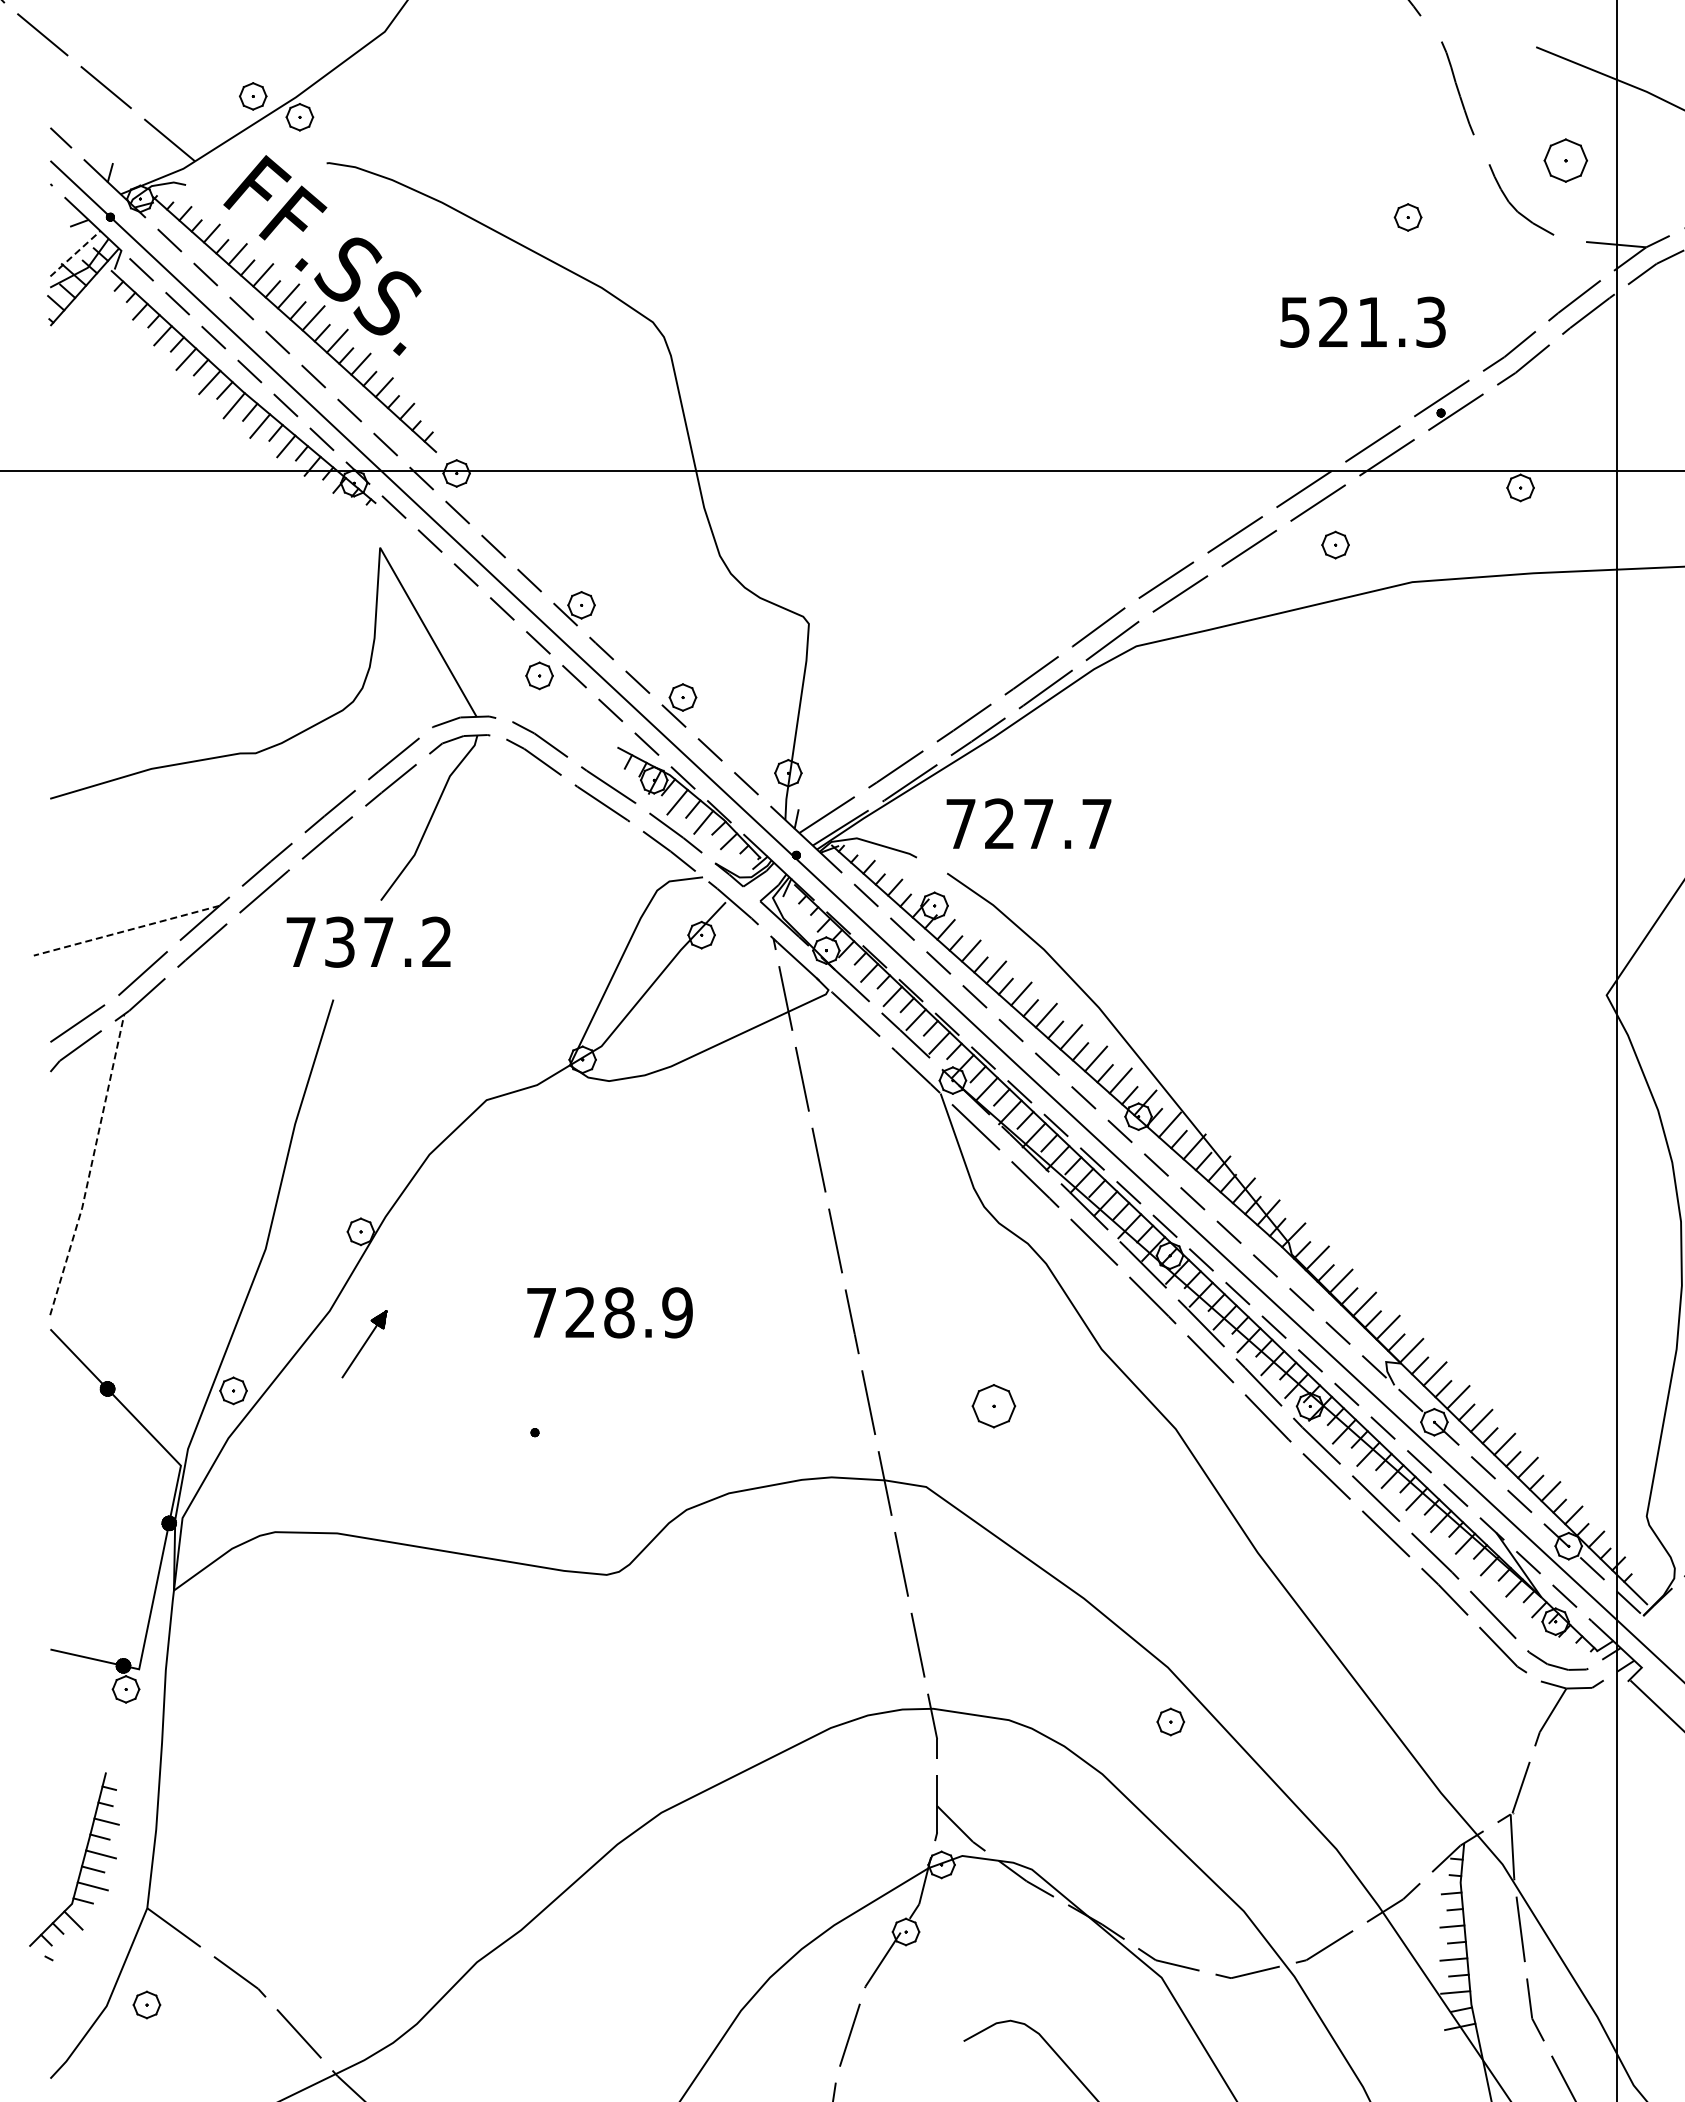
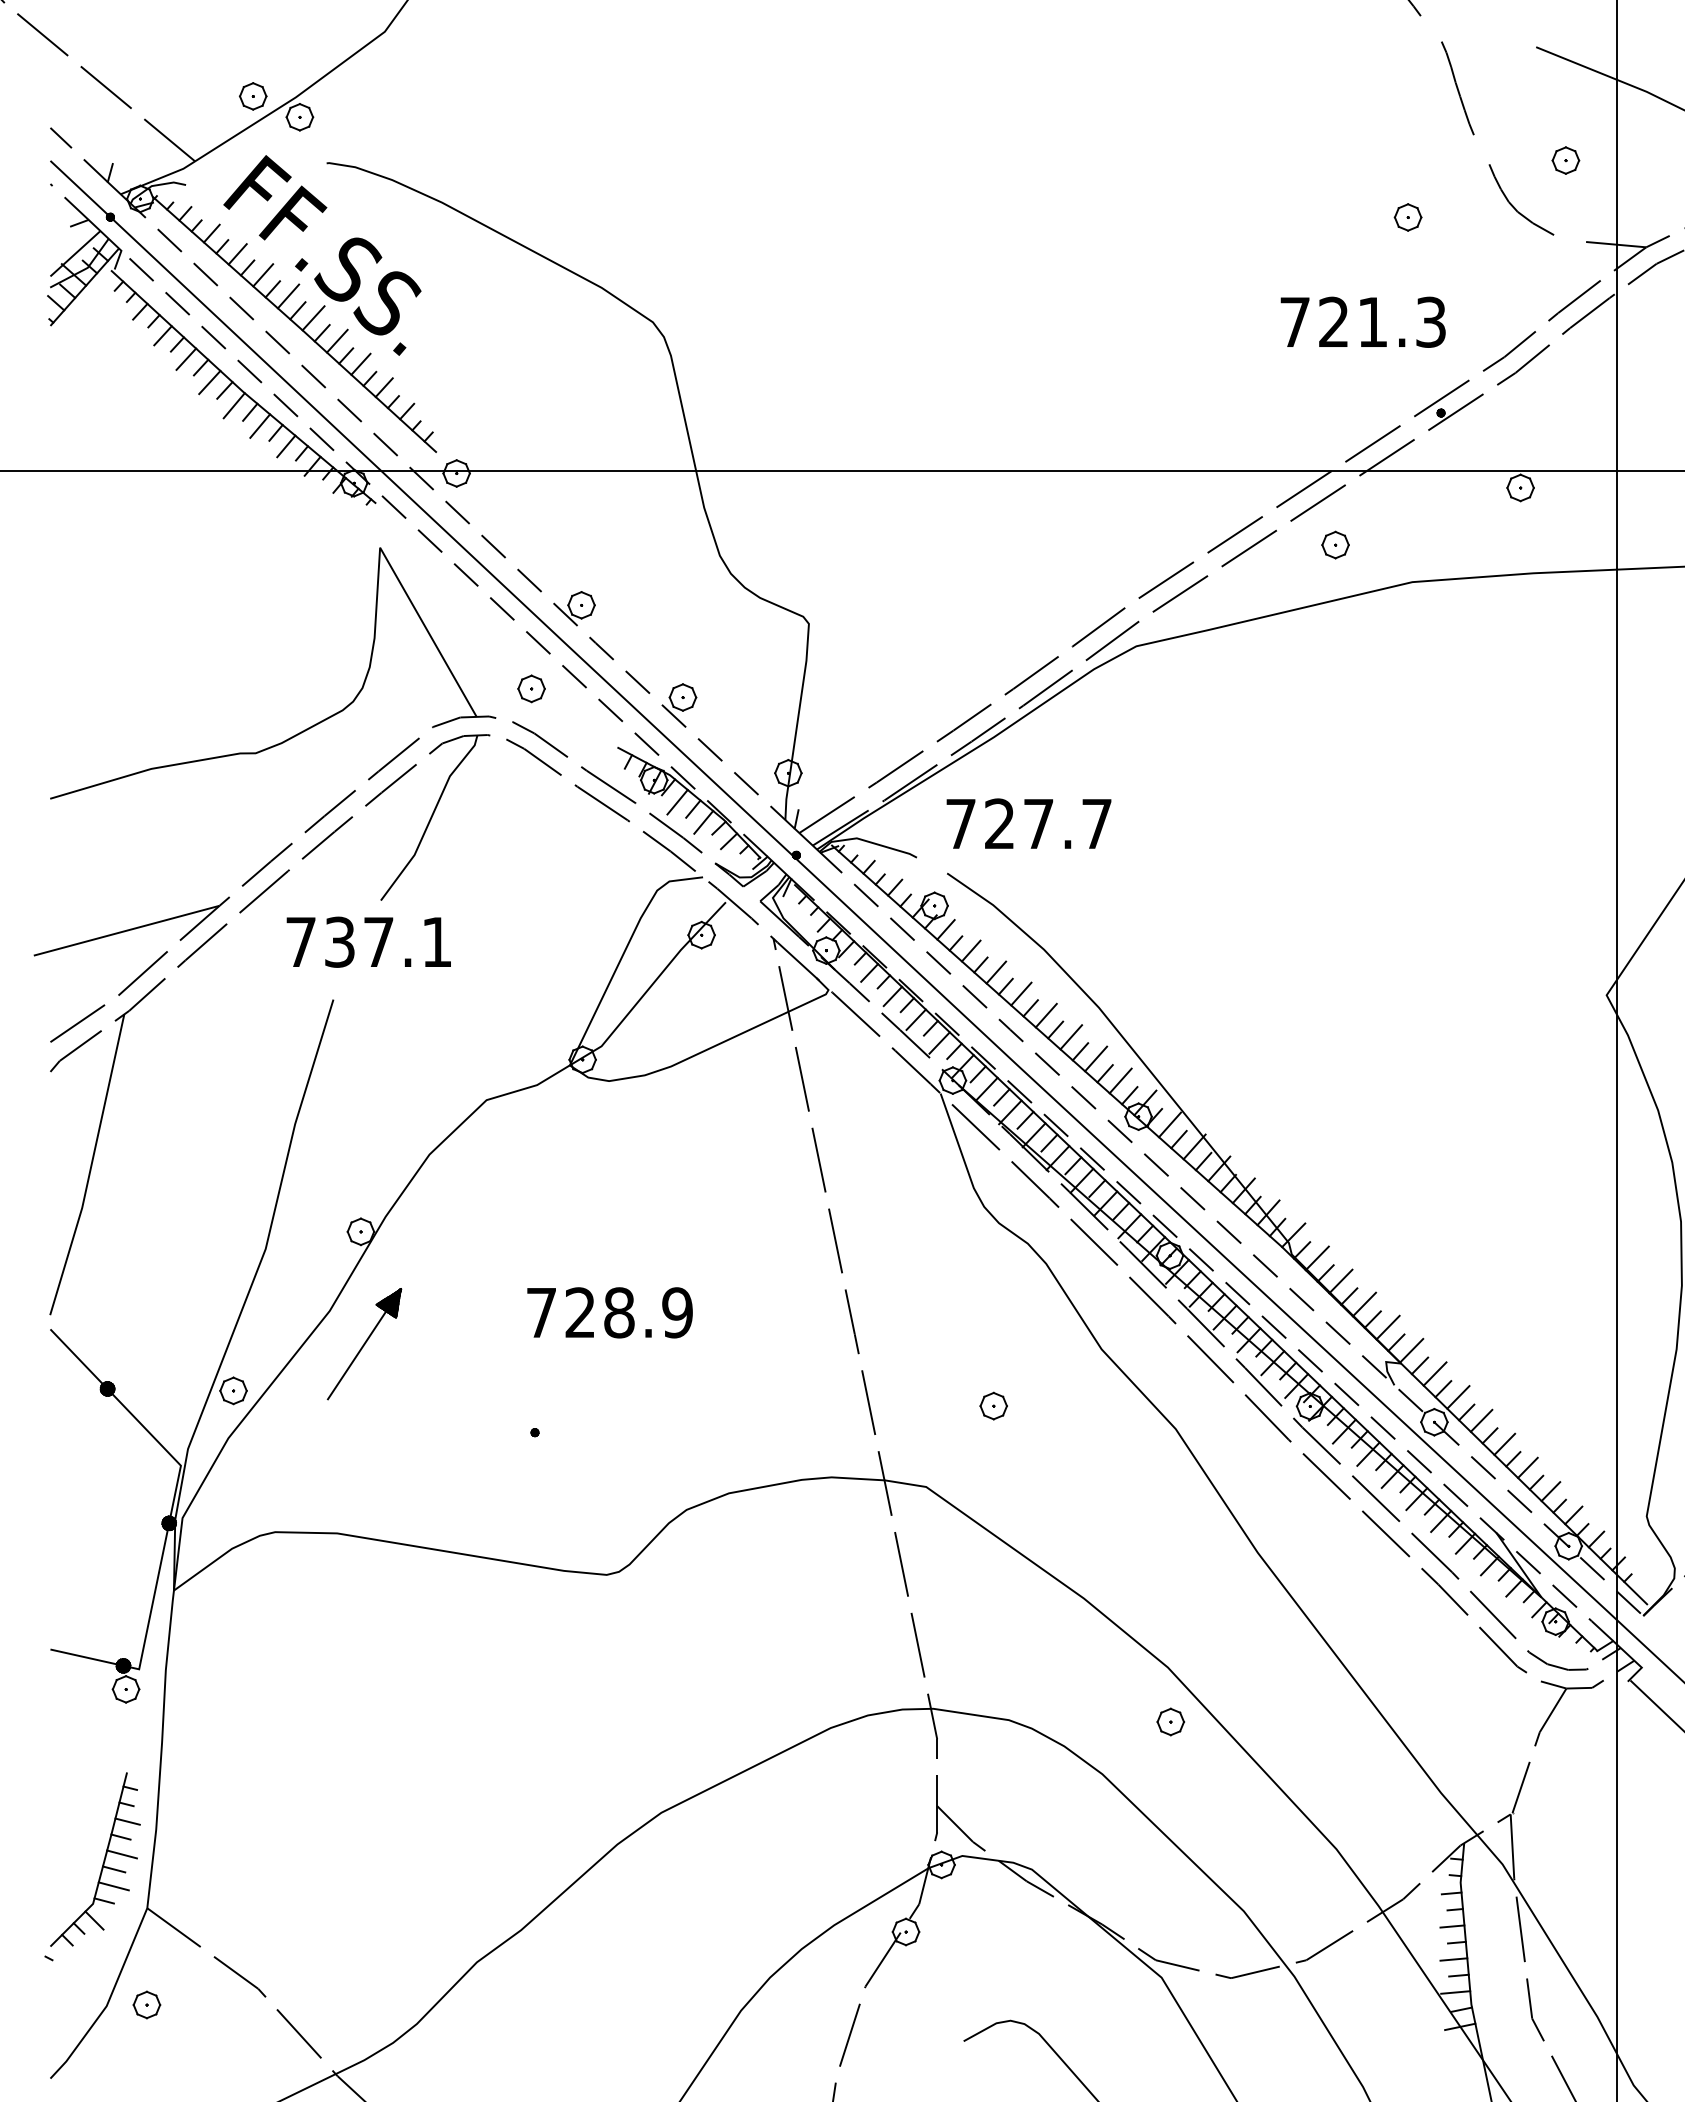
part at (1565, 160) size: 46x45 px -> 30x29 px
line at (75, 253): dashed -> solid
text at (1294, 322): 521.3 -> 721.3
part at (539, 675) position: (539, 675) -> (531, 688)
line at (126, 930): dashed -> solid
text at (436, 941): 737.2 -> 737.1
line at (91, 1166): dashed -> solid
part at (364, 1344) size: 47x69 px -> 77x113 px
part at (993, 1406) size: 46x45 px -> 29x30 px
part at (82, 1859) position: (82, 1859) -> (103, 1859)
